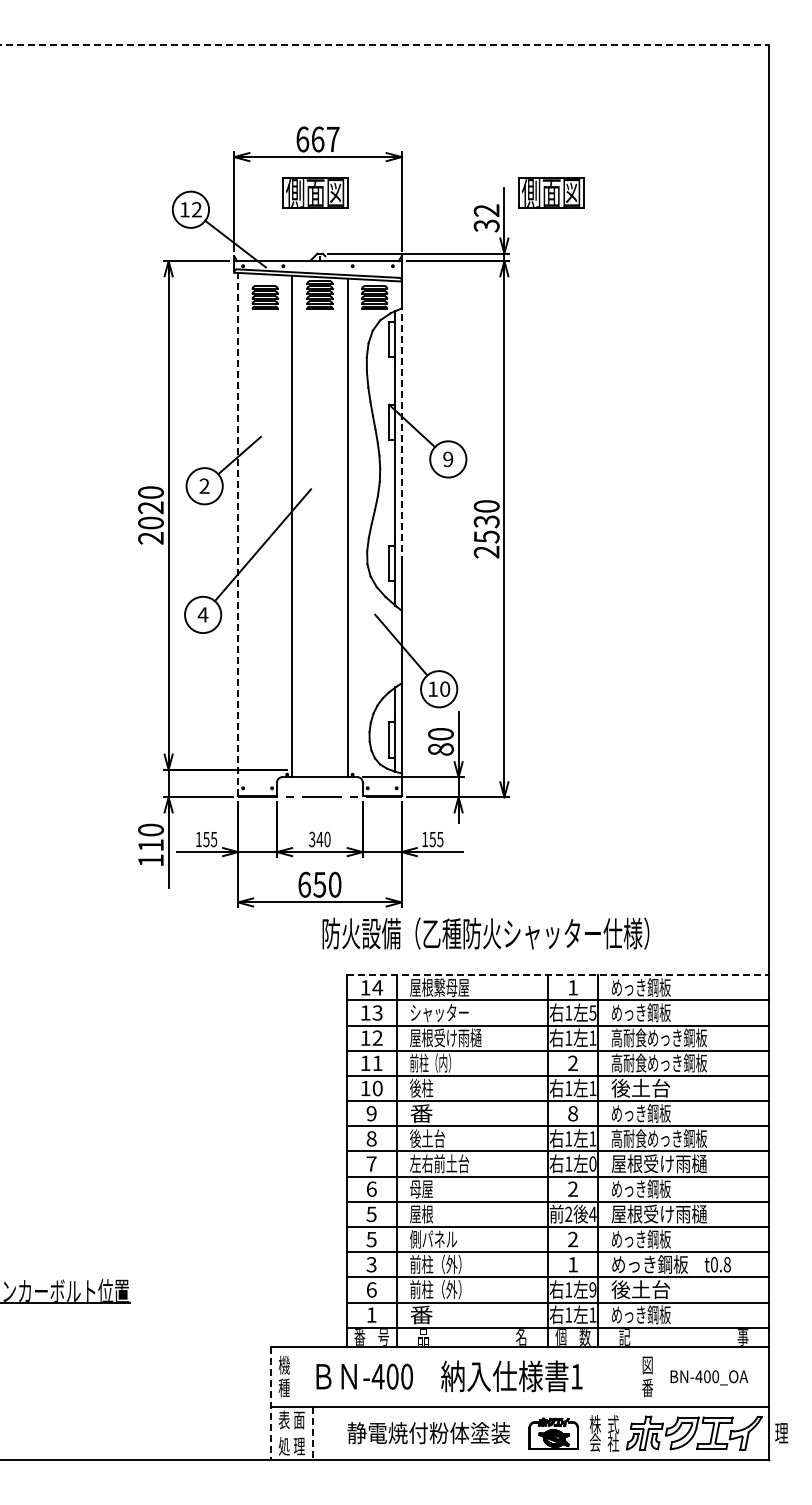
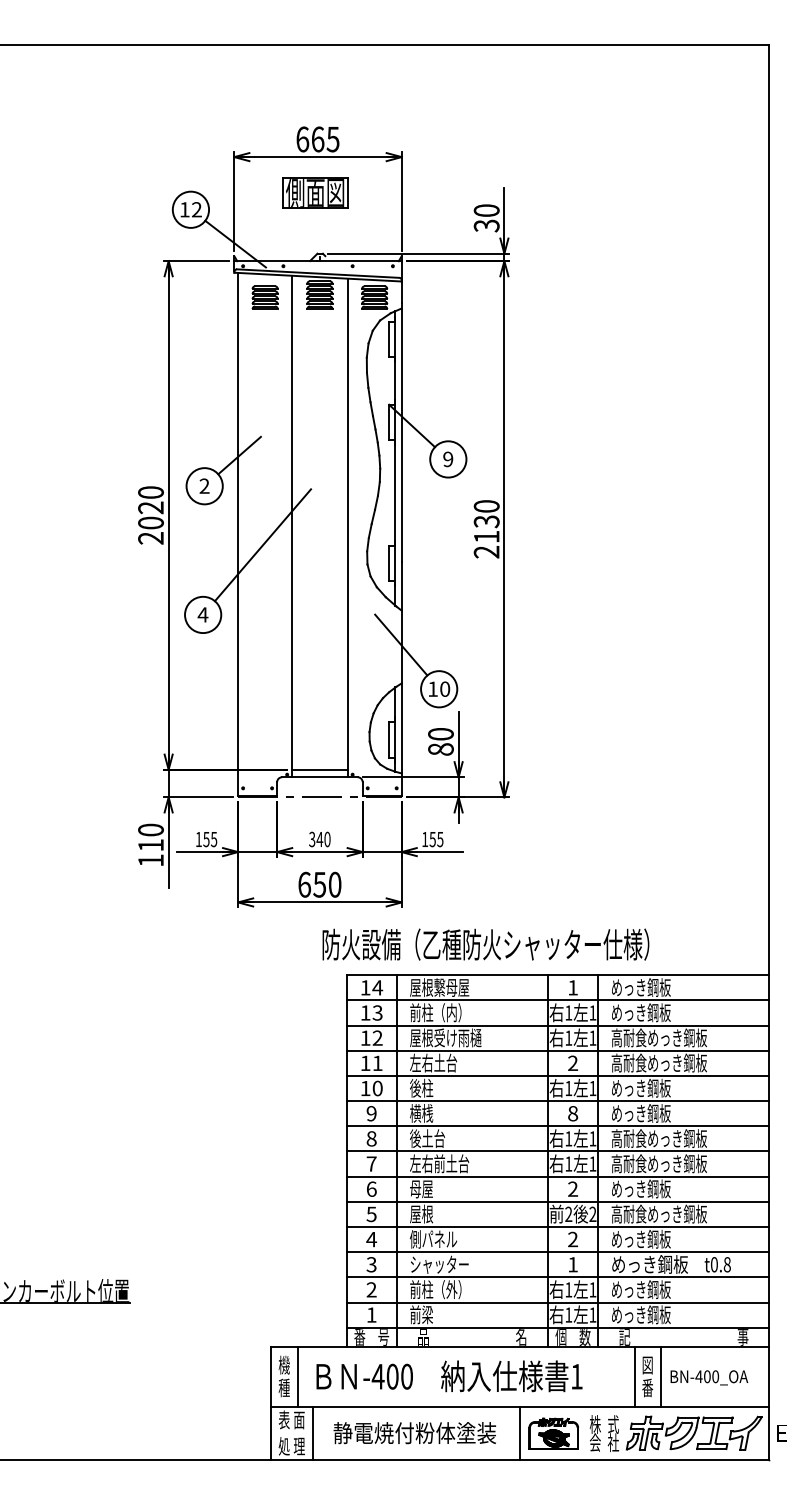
line at (385, 45): dashed -> solid
text at (332, 139): 667 -> 665
part at (551, 192): present -> none
text at (486, 210): 32 -> 30
line at (401, 432): dashed -> solid
line at (238, 533): dashed -> solid
text at (486, 536): 2530 -> 2130
line at (319, 769): none -> present
text at (485, 933) position: (485, 933) -> (485, 944)
line at (558, 975): dashed -> solid
text at (439, 1012): シャッター -> 前柱（内）
text at (592, 1012): 5 -> 1
text at (433, 1062): 前柱（内） -> 左右土台
text at (640, 1087): 後土台 -> めっき鋼板
text at (421, 1113): 番 -> 横桟
text at (592, 1163): 0 -> 1
text at (658, 1163): 屋根受け雨樋 -> 高耐食めっき鋼板
text at (592, 1213): 4 -> 2
text at (658, 1213): 屋根受け雨樋 -> 高耐食めっき鋼板
text at (371, 1239): 5 -> 4
text at (439, 1264): 前柱（外） -> シャッター
text at (371, 1289): 6 -> 2
text at (592, 1289): 9 -> 1
text at (640, 1289): 後土台 -> めっき鋼板
text at (421, 1314): 番 -> 前梁
line at (297, 1376): none -> present
line at (634, 1376): none -> present
line at (660, 1376): none -> present
line at (271, 1403): dashed -> solid
line at (520, 1432): none -> present
line at (312, 1433): dashed -> solid
text at (428, 1433) position: (428, 1433) -> (414, 1433)
text at (781, 1433): 理 -> E
